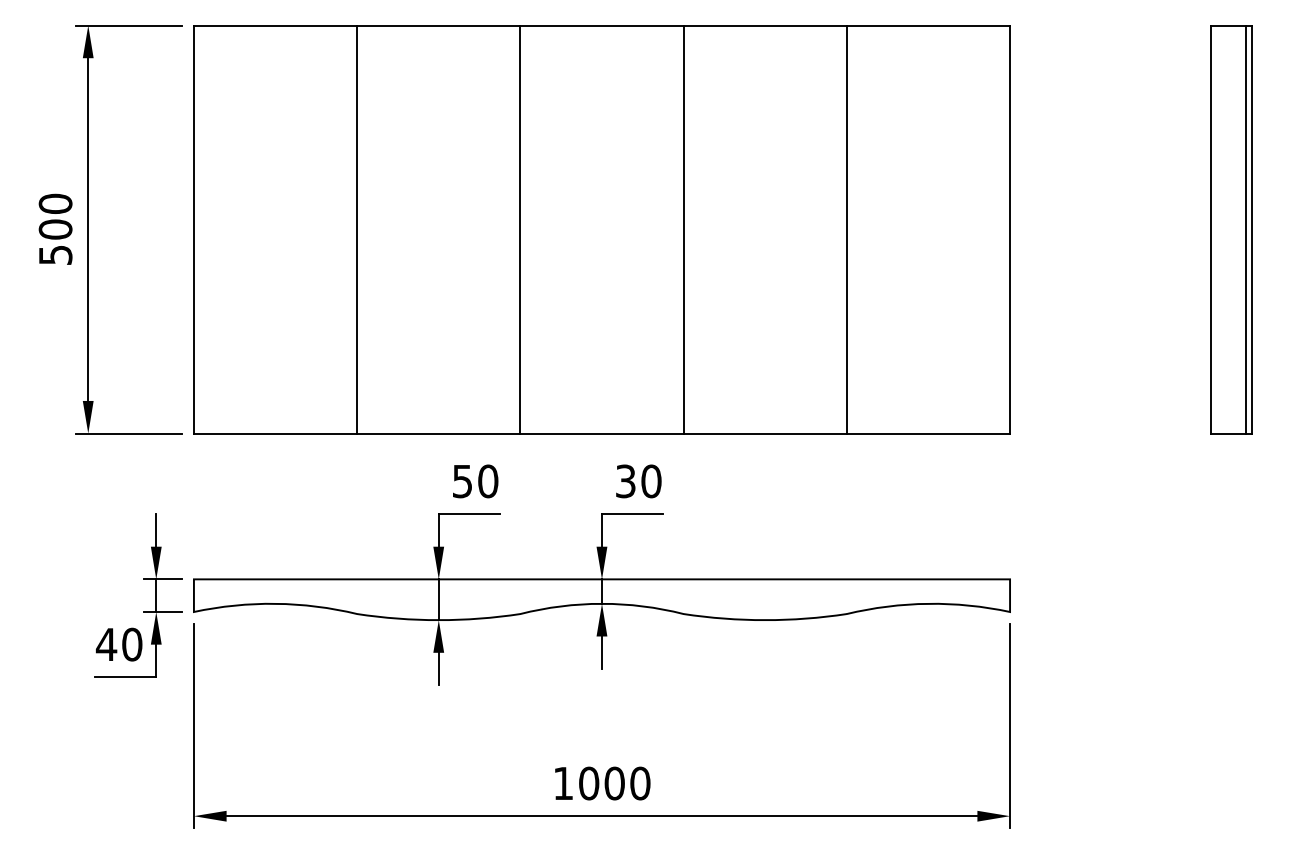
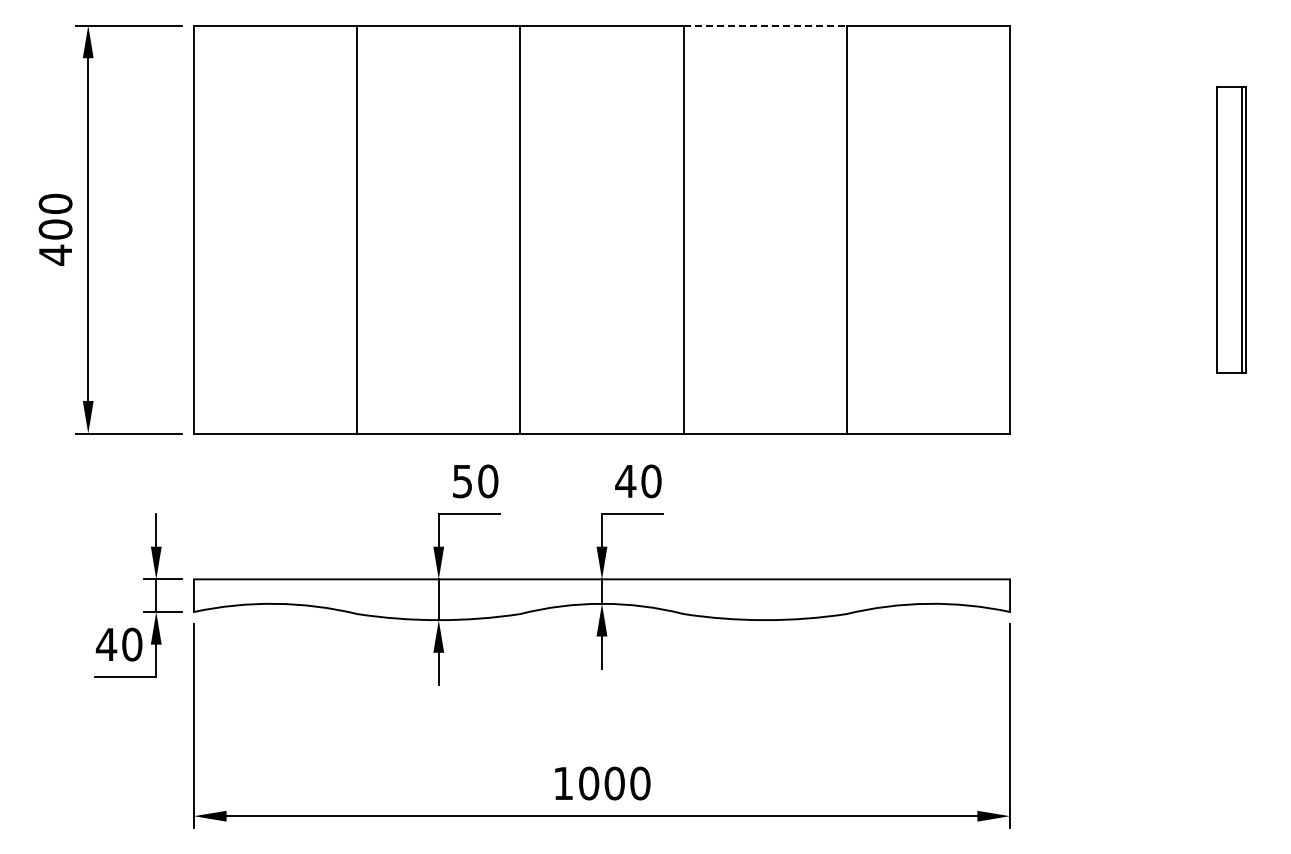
line at (765, 25): solid -> dashed
part at (1231, 229) size: 43x410 px -> 31x288 px
text at (55, 254): 500 -> 400
text at (625, 481): 30 -> 40
